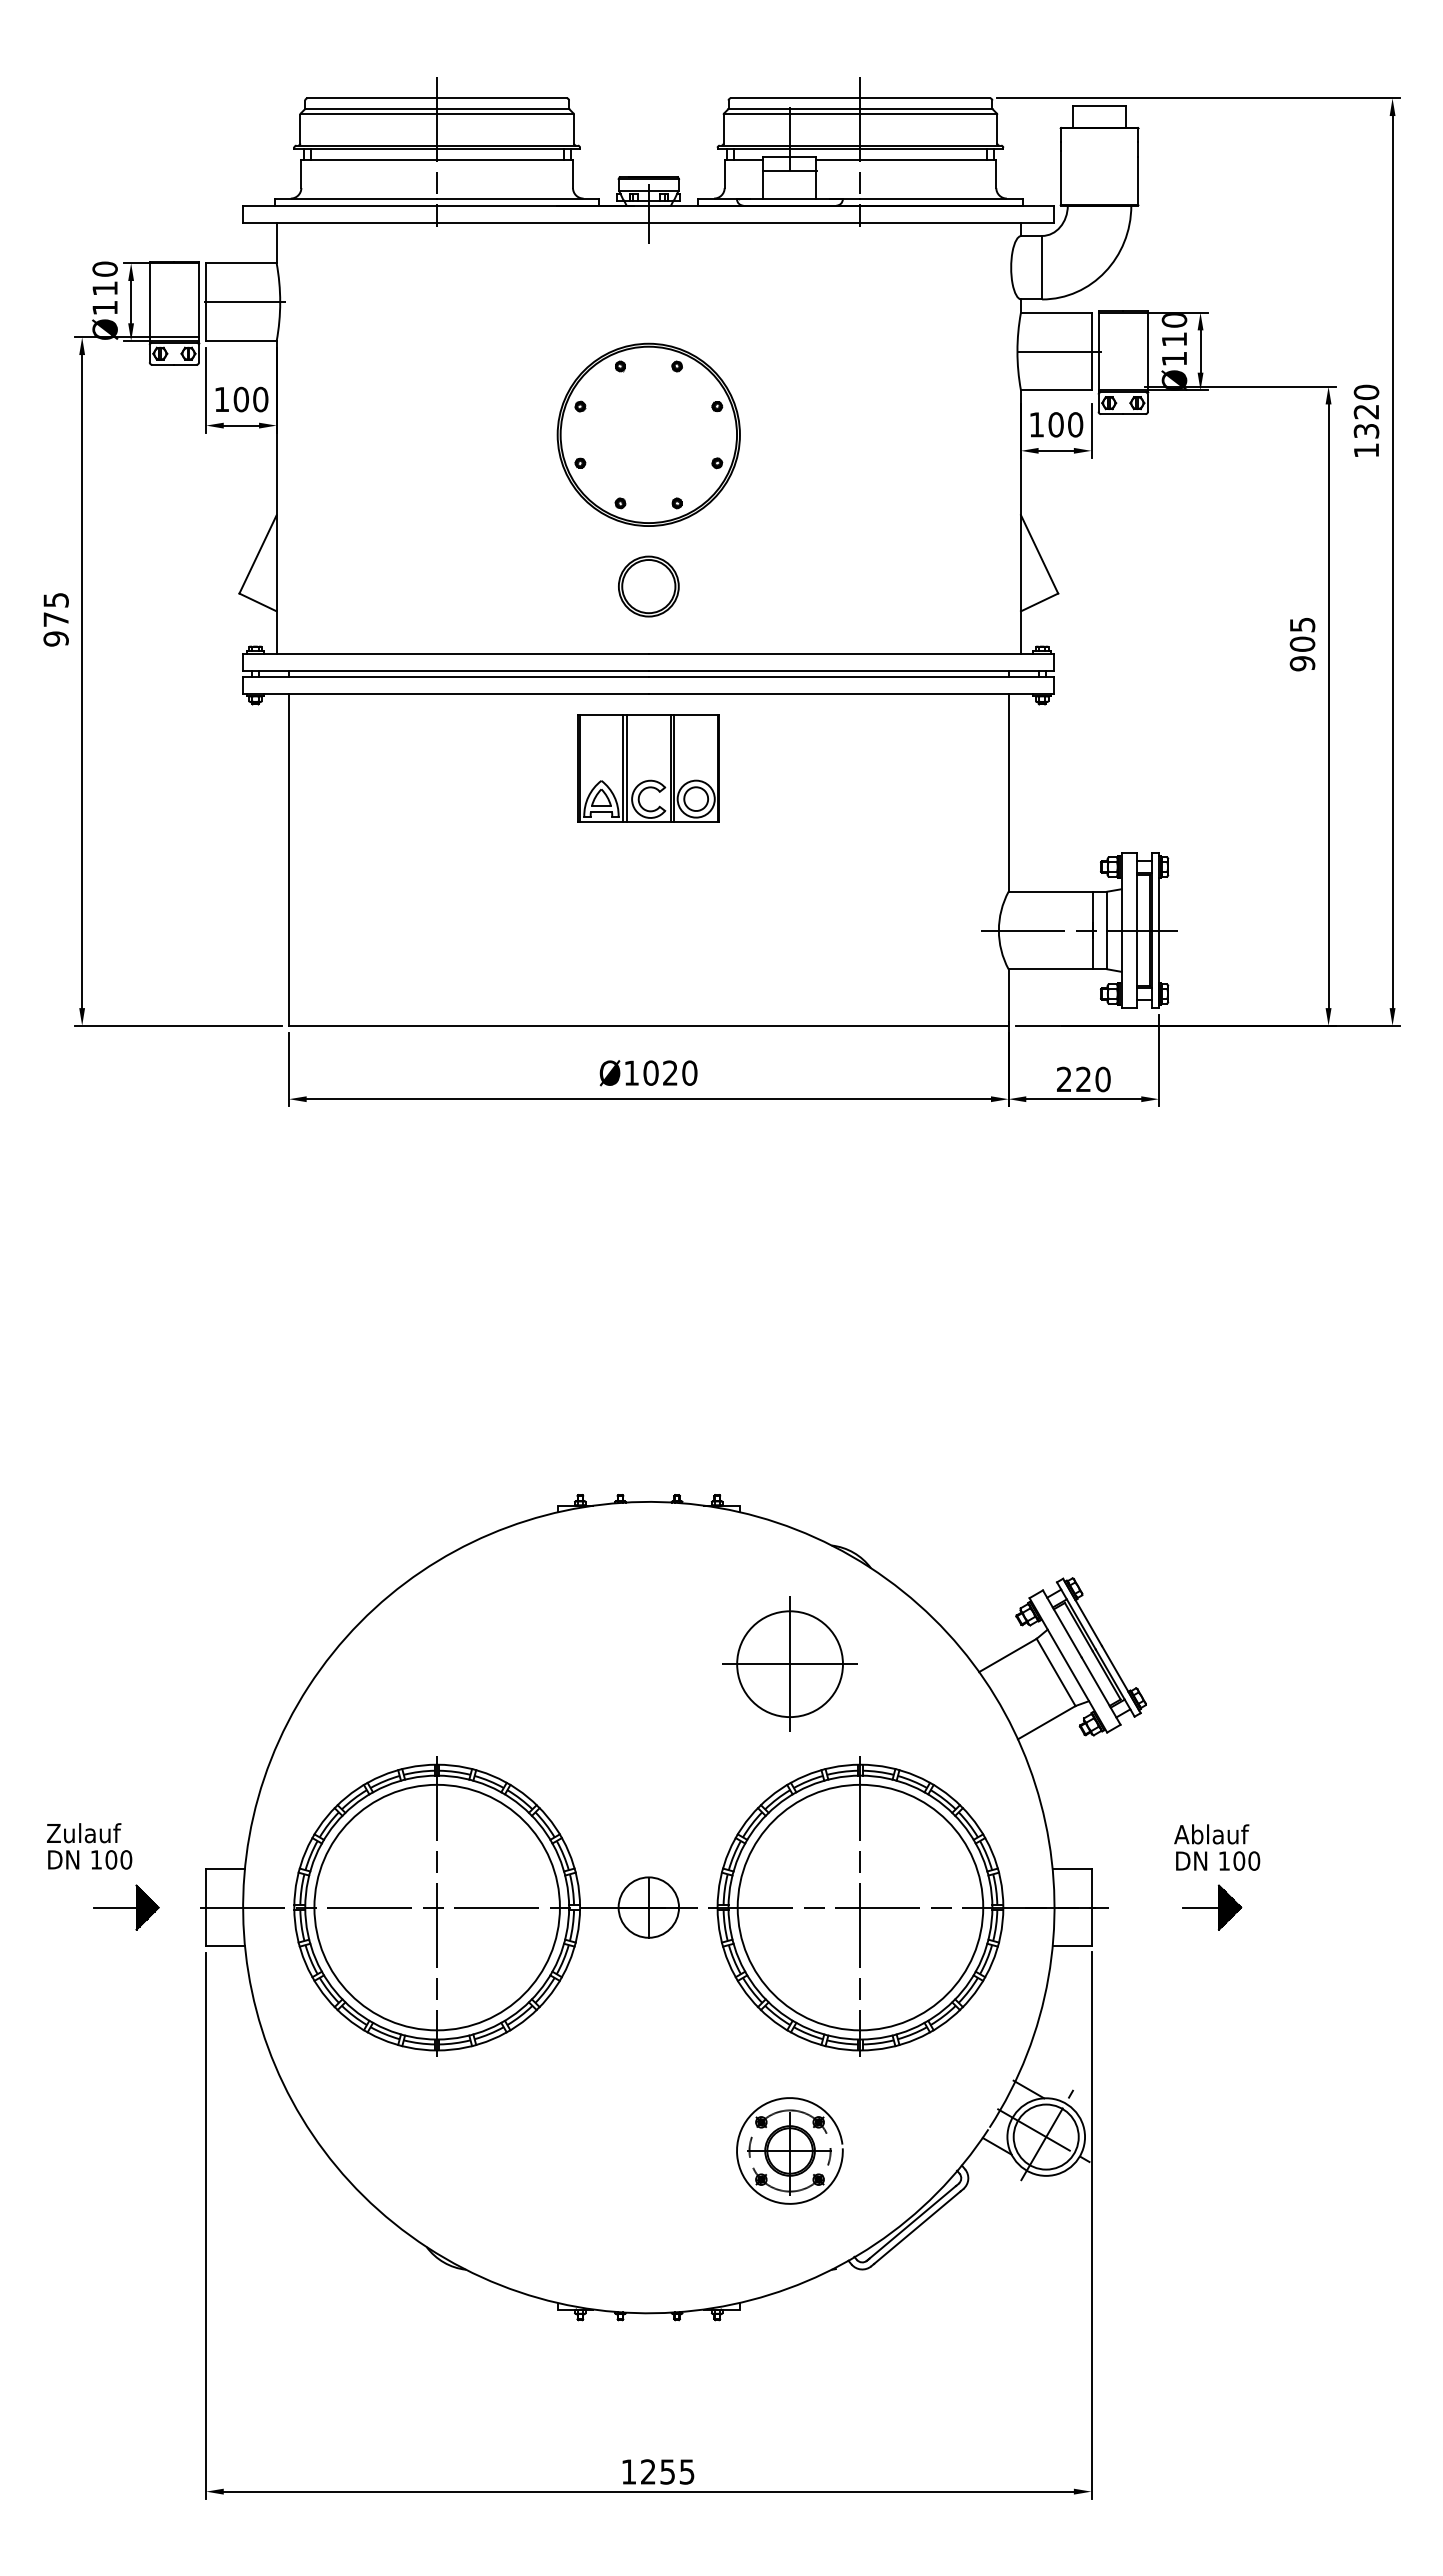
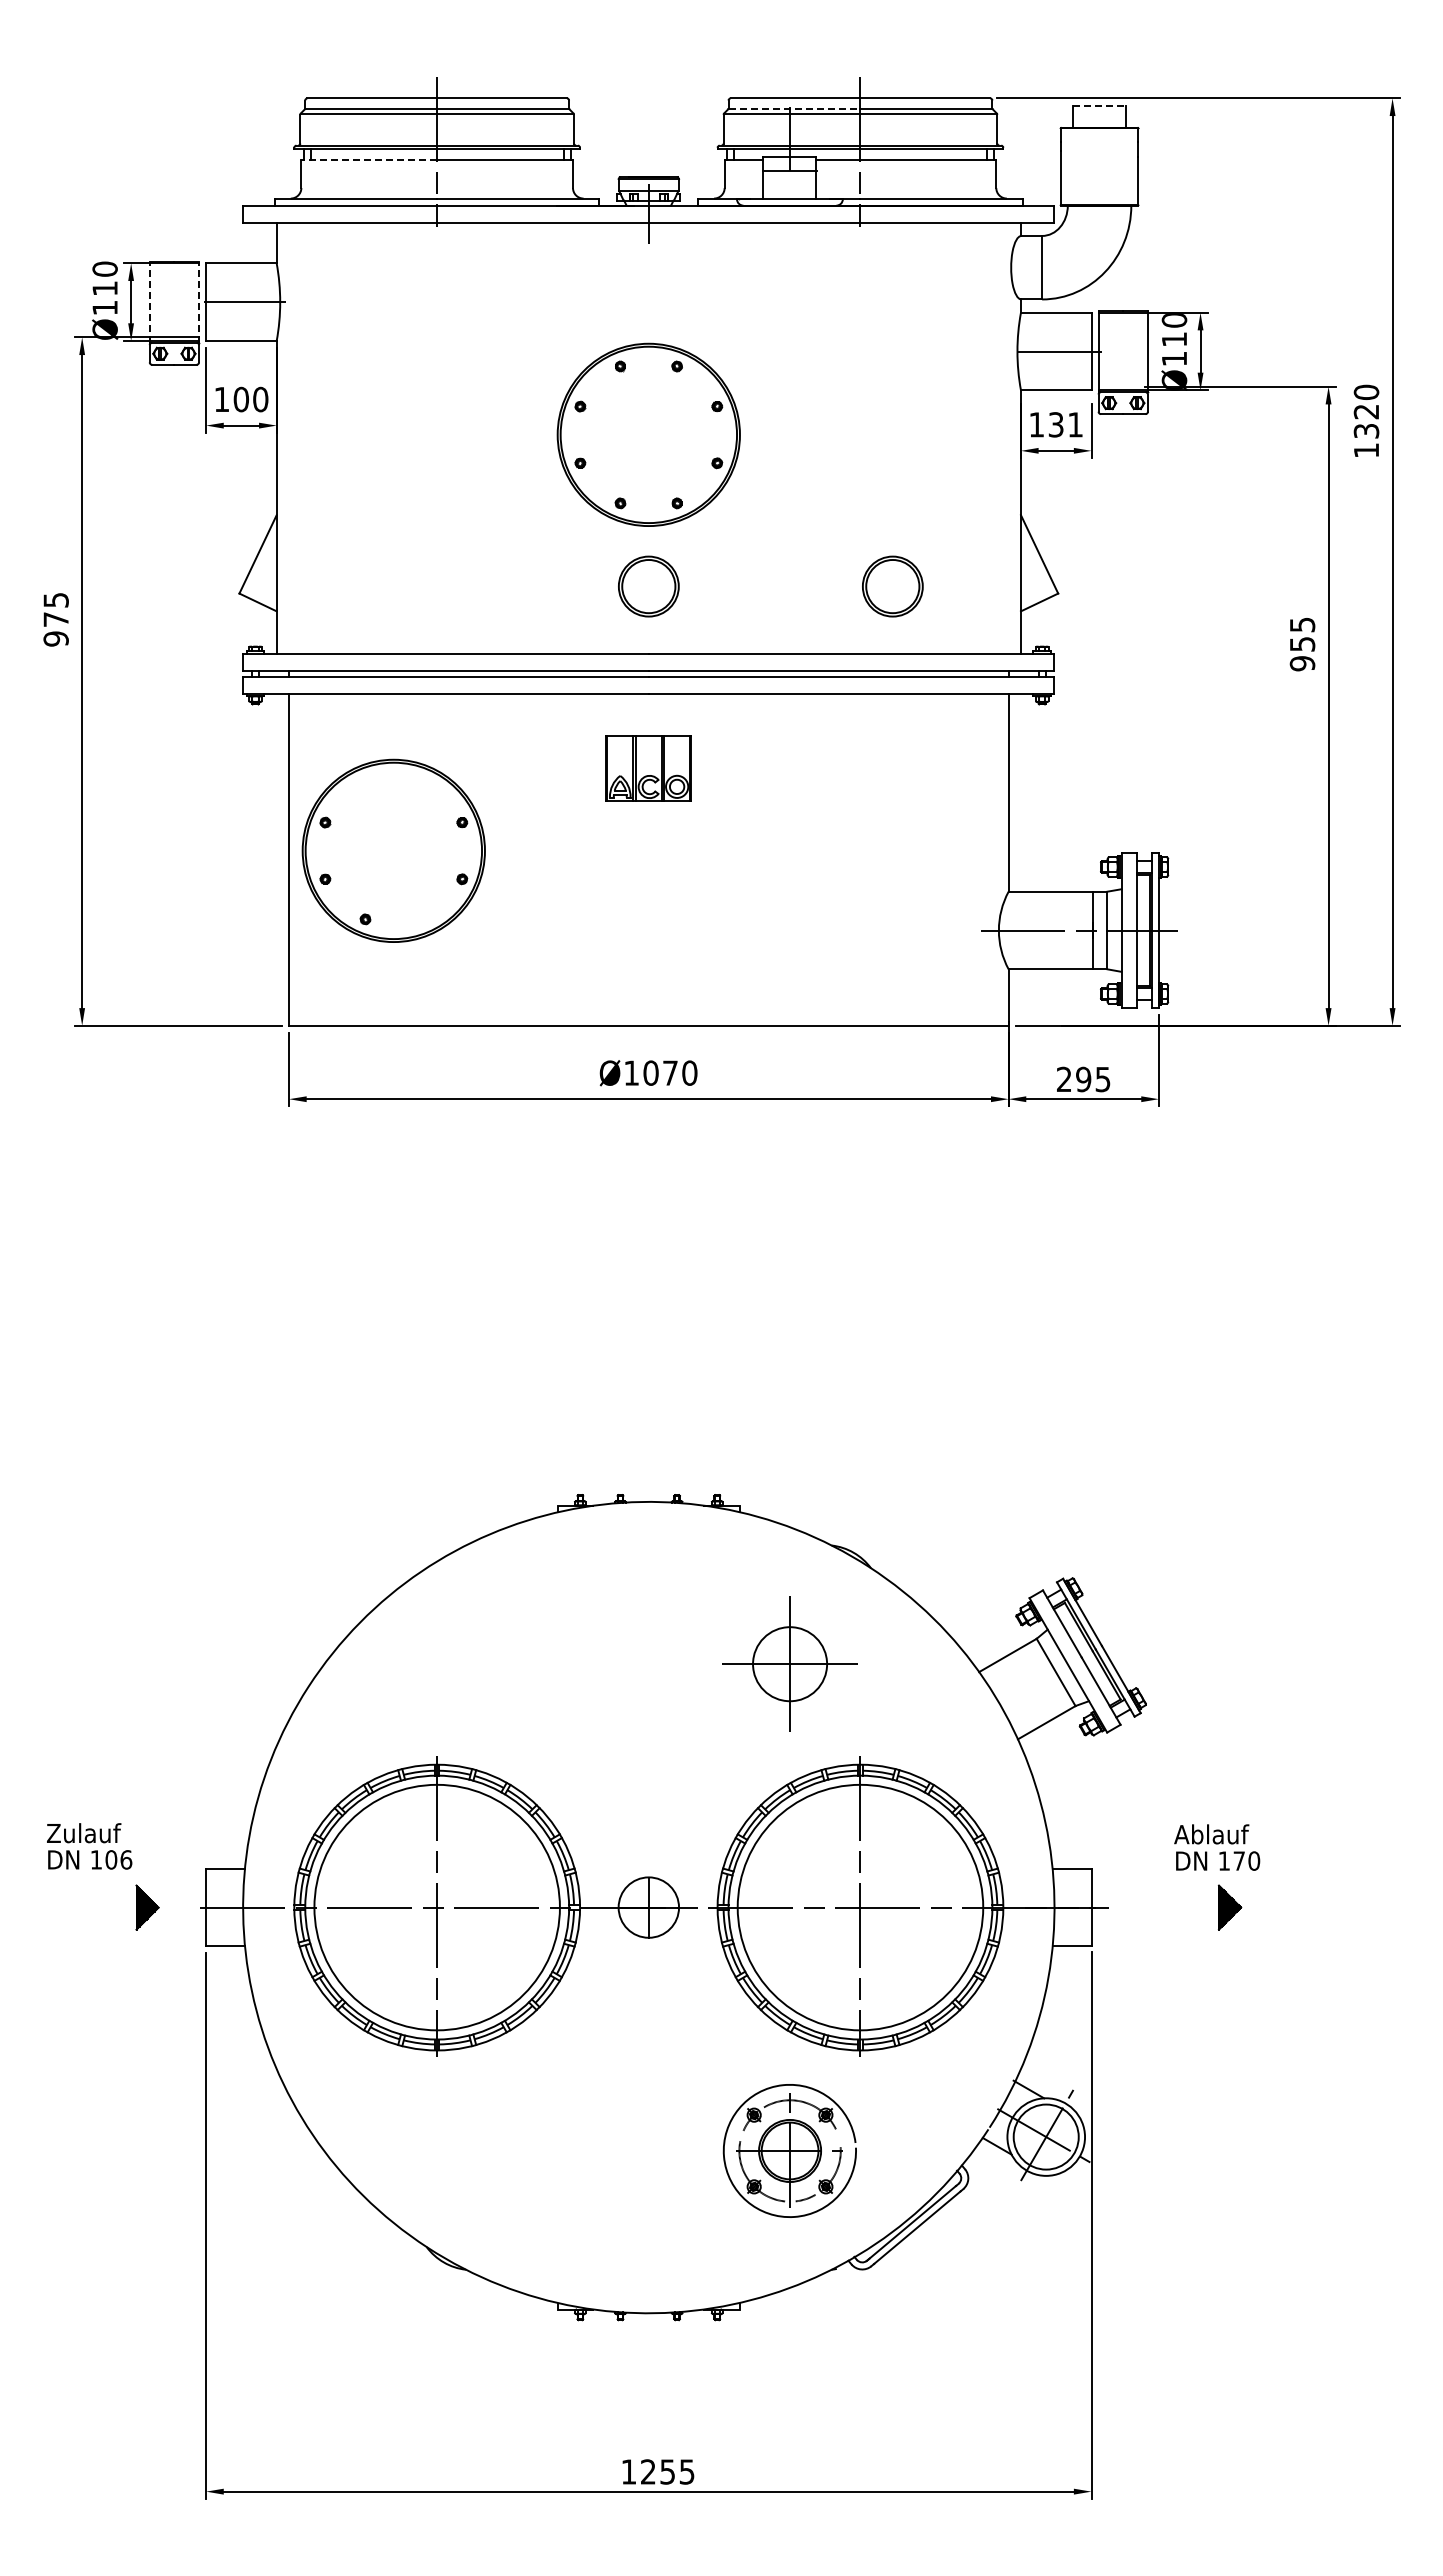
line at (1099, 106): solid -> dashed
line at (794, 108): solid -> dashed
line at (369, 160): solid -> dashed
line at (149, 302): solid -> dashed
line at (199, 302): solid -> dashed
text at (1065, 424): 100 -> 131
part at (892, 586): none -> present
text at (1302, 643): 905 -> 955
part at (648, 768) size: 143x109 px -> 87x67 px
part at (393, 850): none -> present
text at (670, 1072): Ø1020 -> Ø1070
text at (1093, 1079): 220 -> 295
circle at (789, 1664) diameter: 106 px -> 74 px
text at (126, 1859): 100 -> 106
text at (1239, 1860): 100 -> 170
line at (114, 1907): present -> none
line at (1201, 1907): present -> none
part at (789, 2150) size: 108x108 px -> 135x134 px
